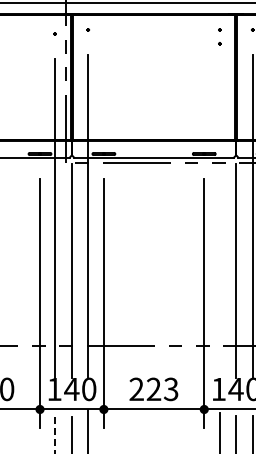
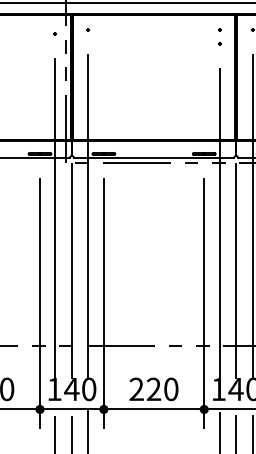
line at (219, 223): none -> present
text at (171, 389): 223 -> 220
line at (55, 435): dashed -> solid
